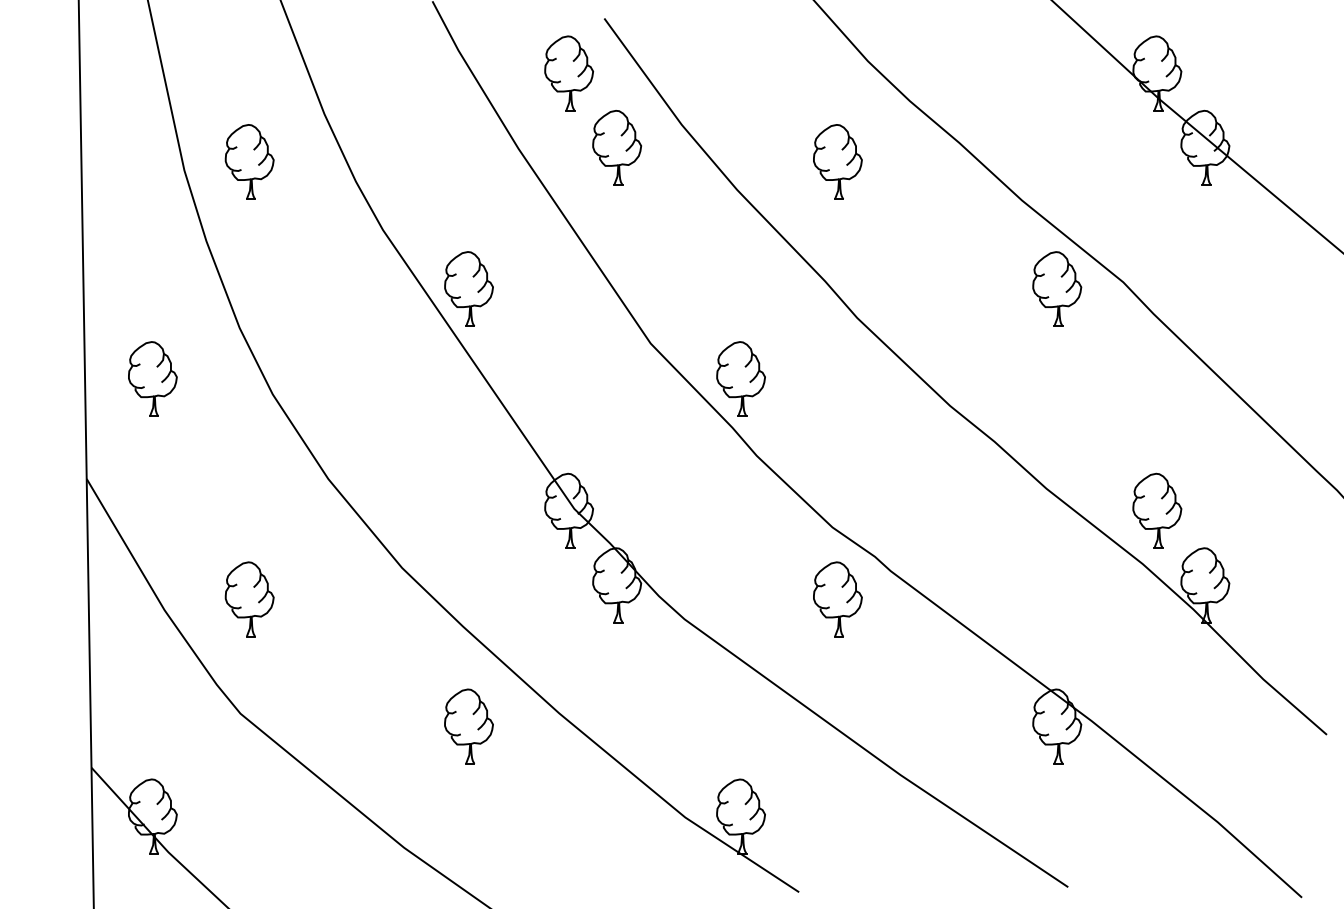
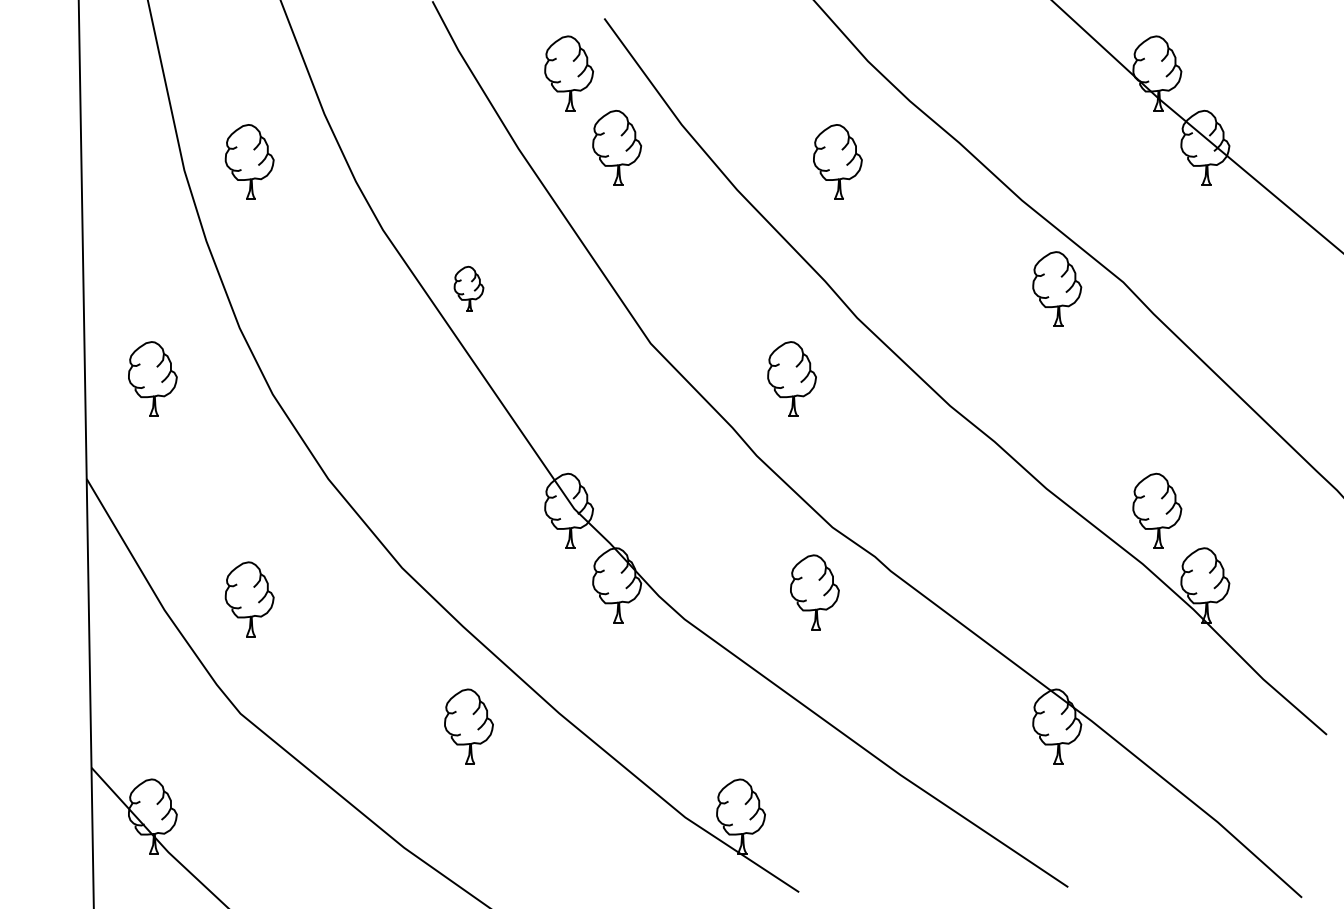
part at (468, 288) size: 50x76 px -> 32x47 px
part at (740, 378) position: (740, 378) -> (791, 378)
part at (837, 599) position: (837, 599) -> (814, 592)
